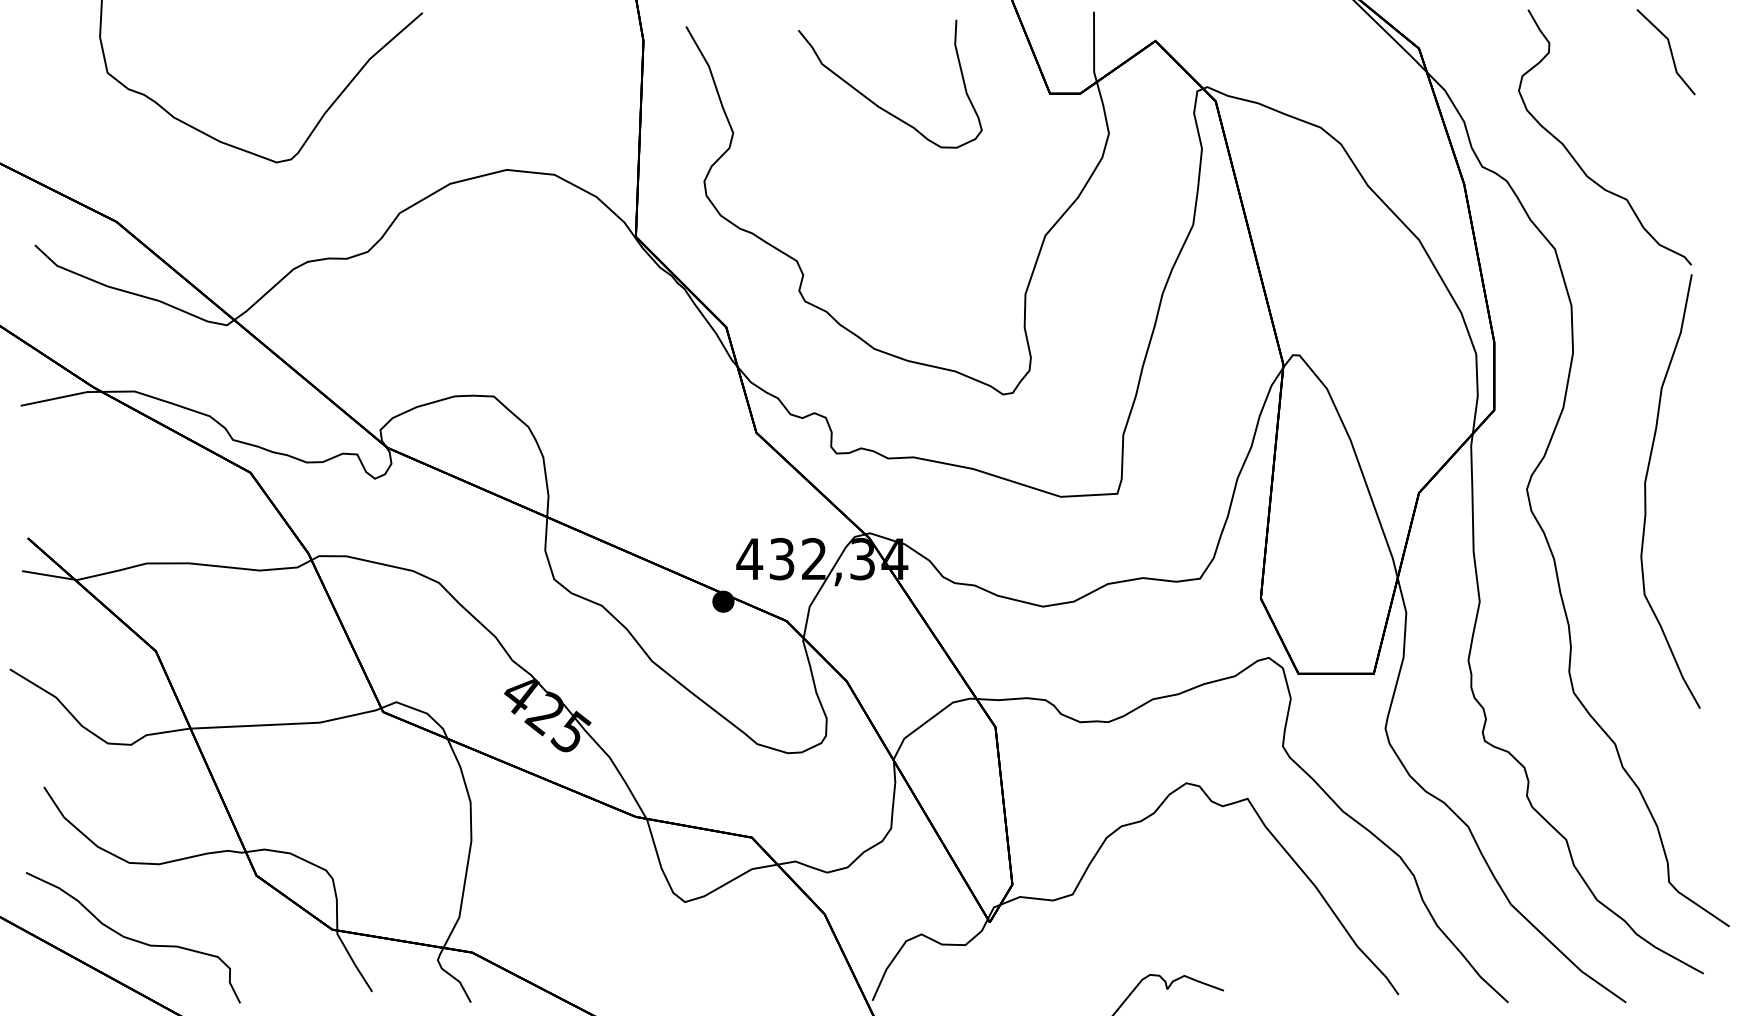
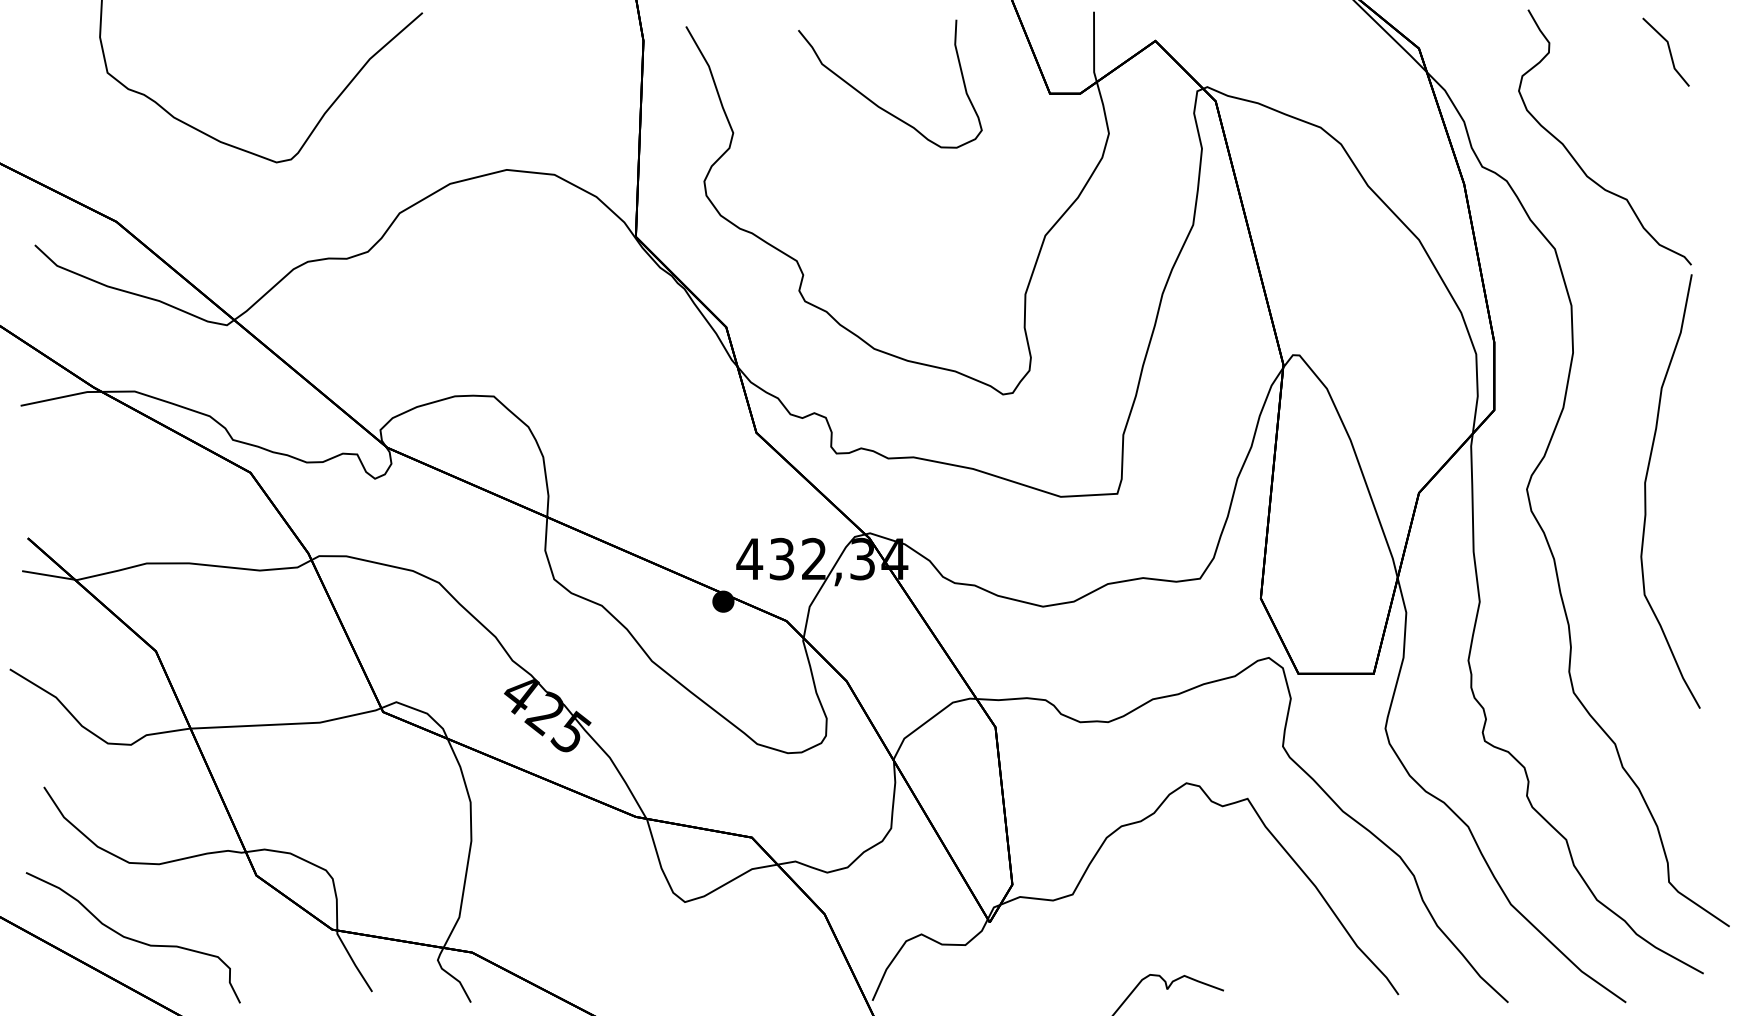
part at (1665, 52) size: 60x87 px -> 48x70 px
